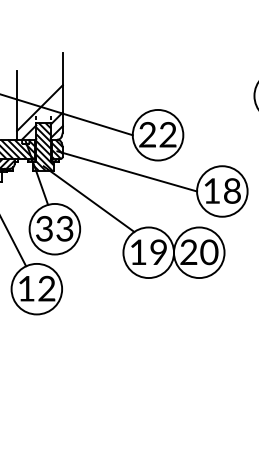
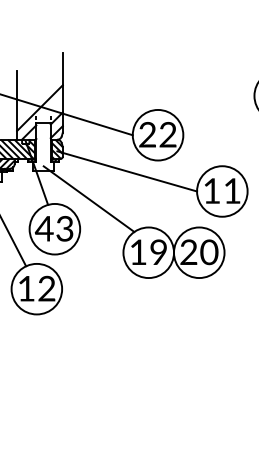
hatch at (43, 146): present -> none
text at (232, 190): 18 -> 11
text at (43, 228): 33 -> 43
